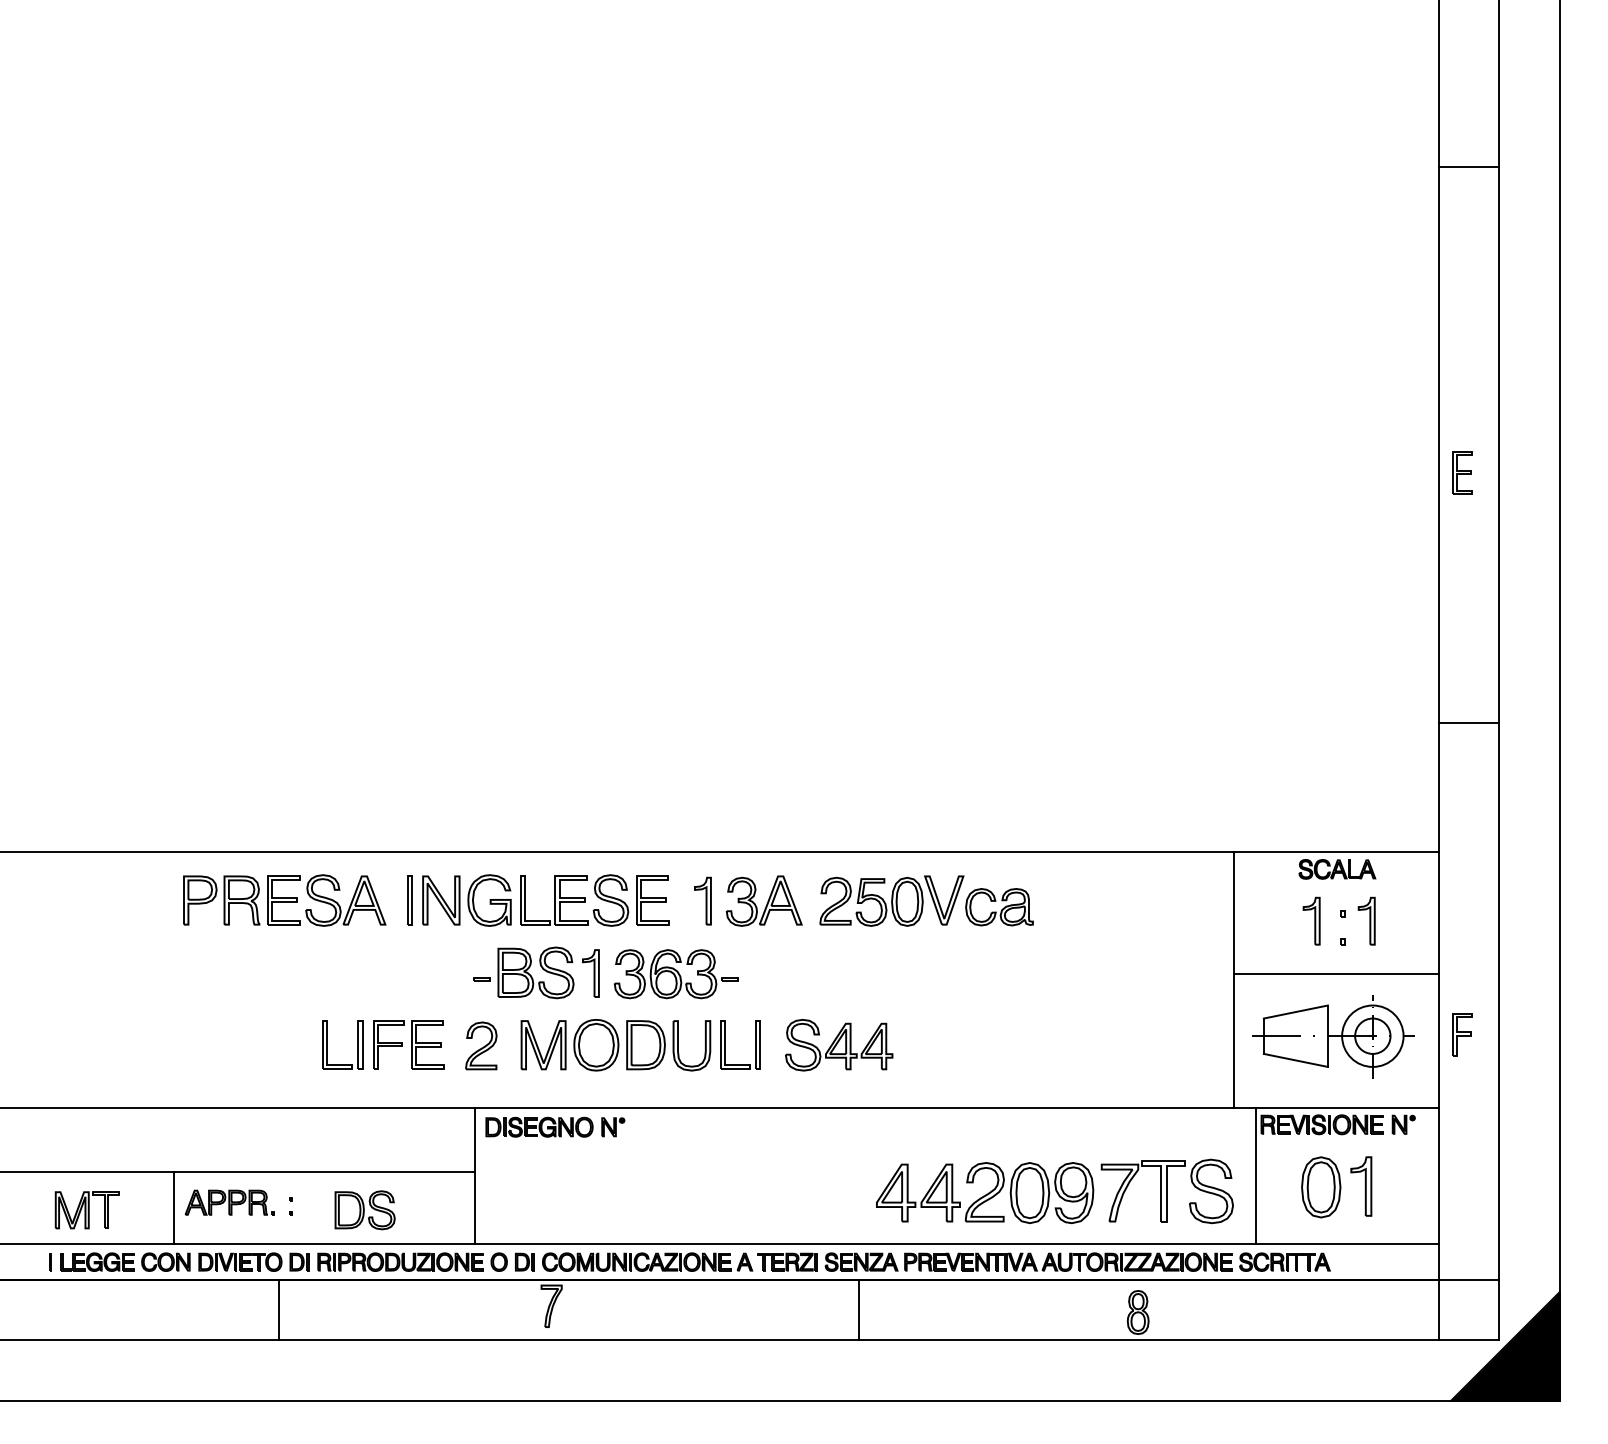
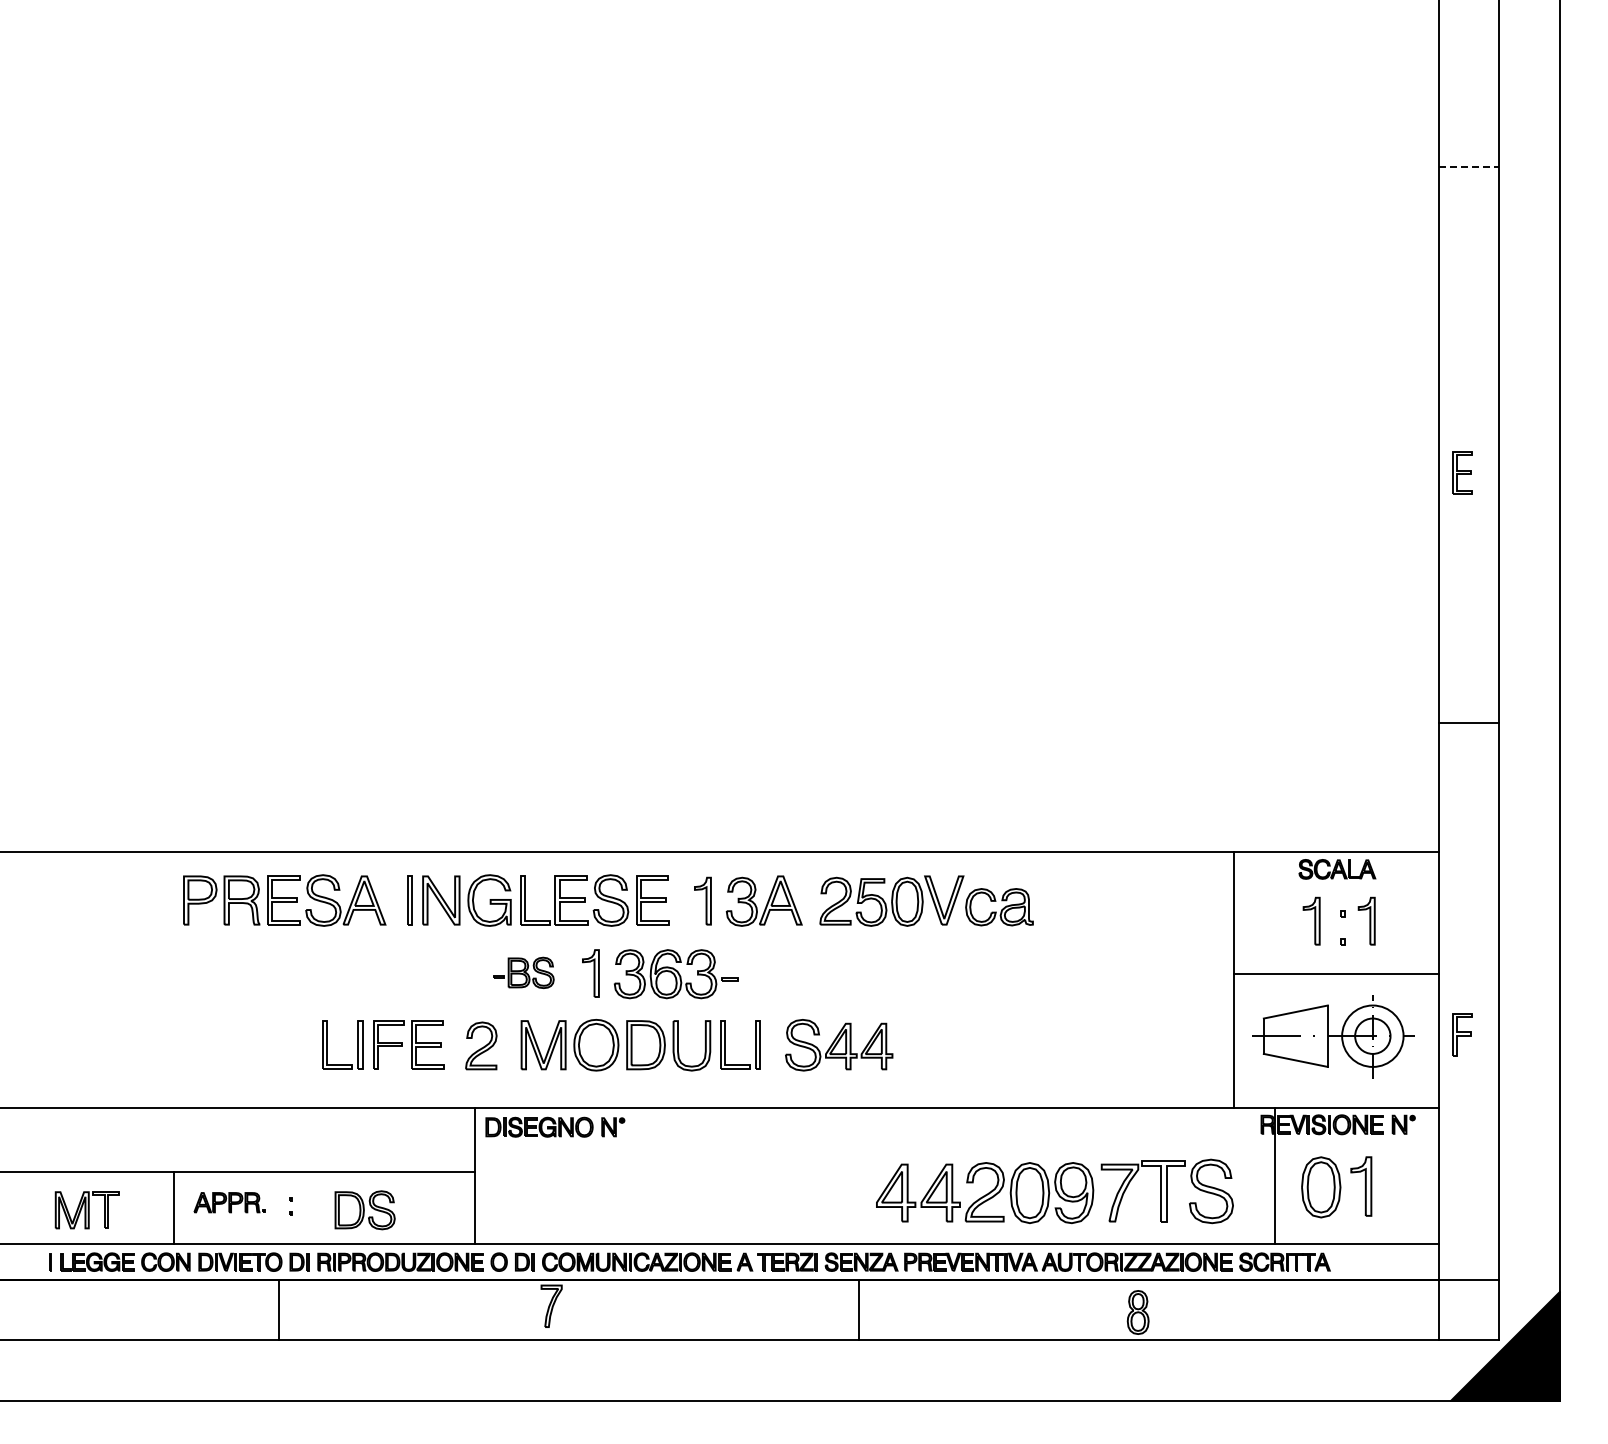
line at (1469, 166): solid -> dashed
part at (523, 972) size: 102x54 px -> 62x33 px
line at (1255, 1175) position: (1255, 1175) -> (1274, 1175)
part at (229, 1202) size: 91x27 px -> 73x22 px
